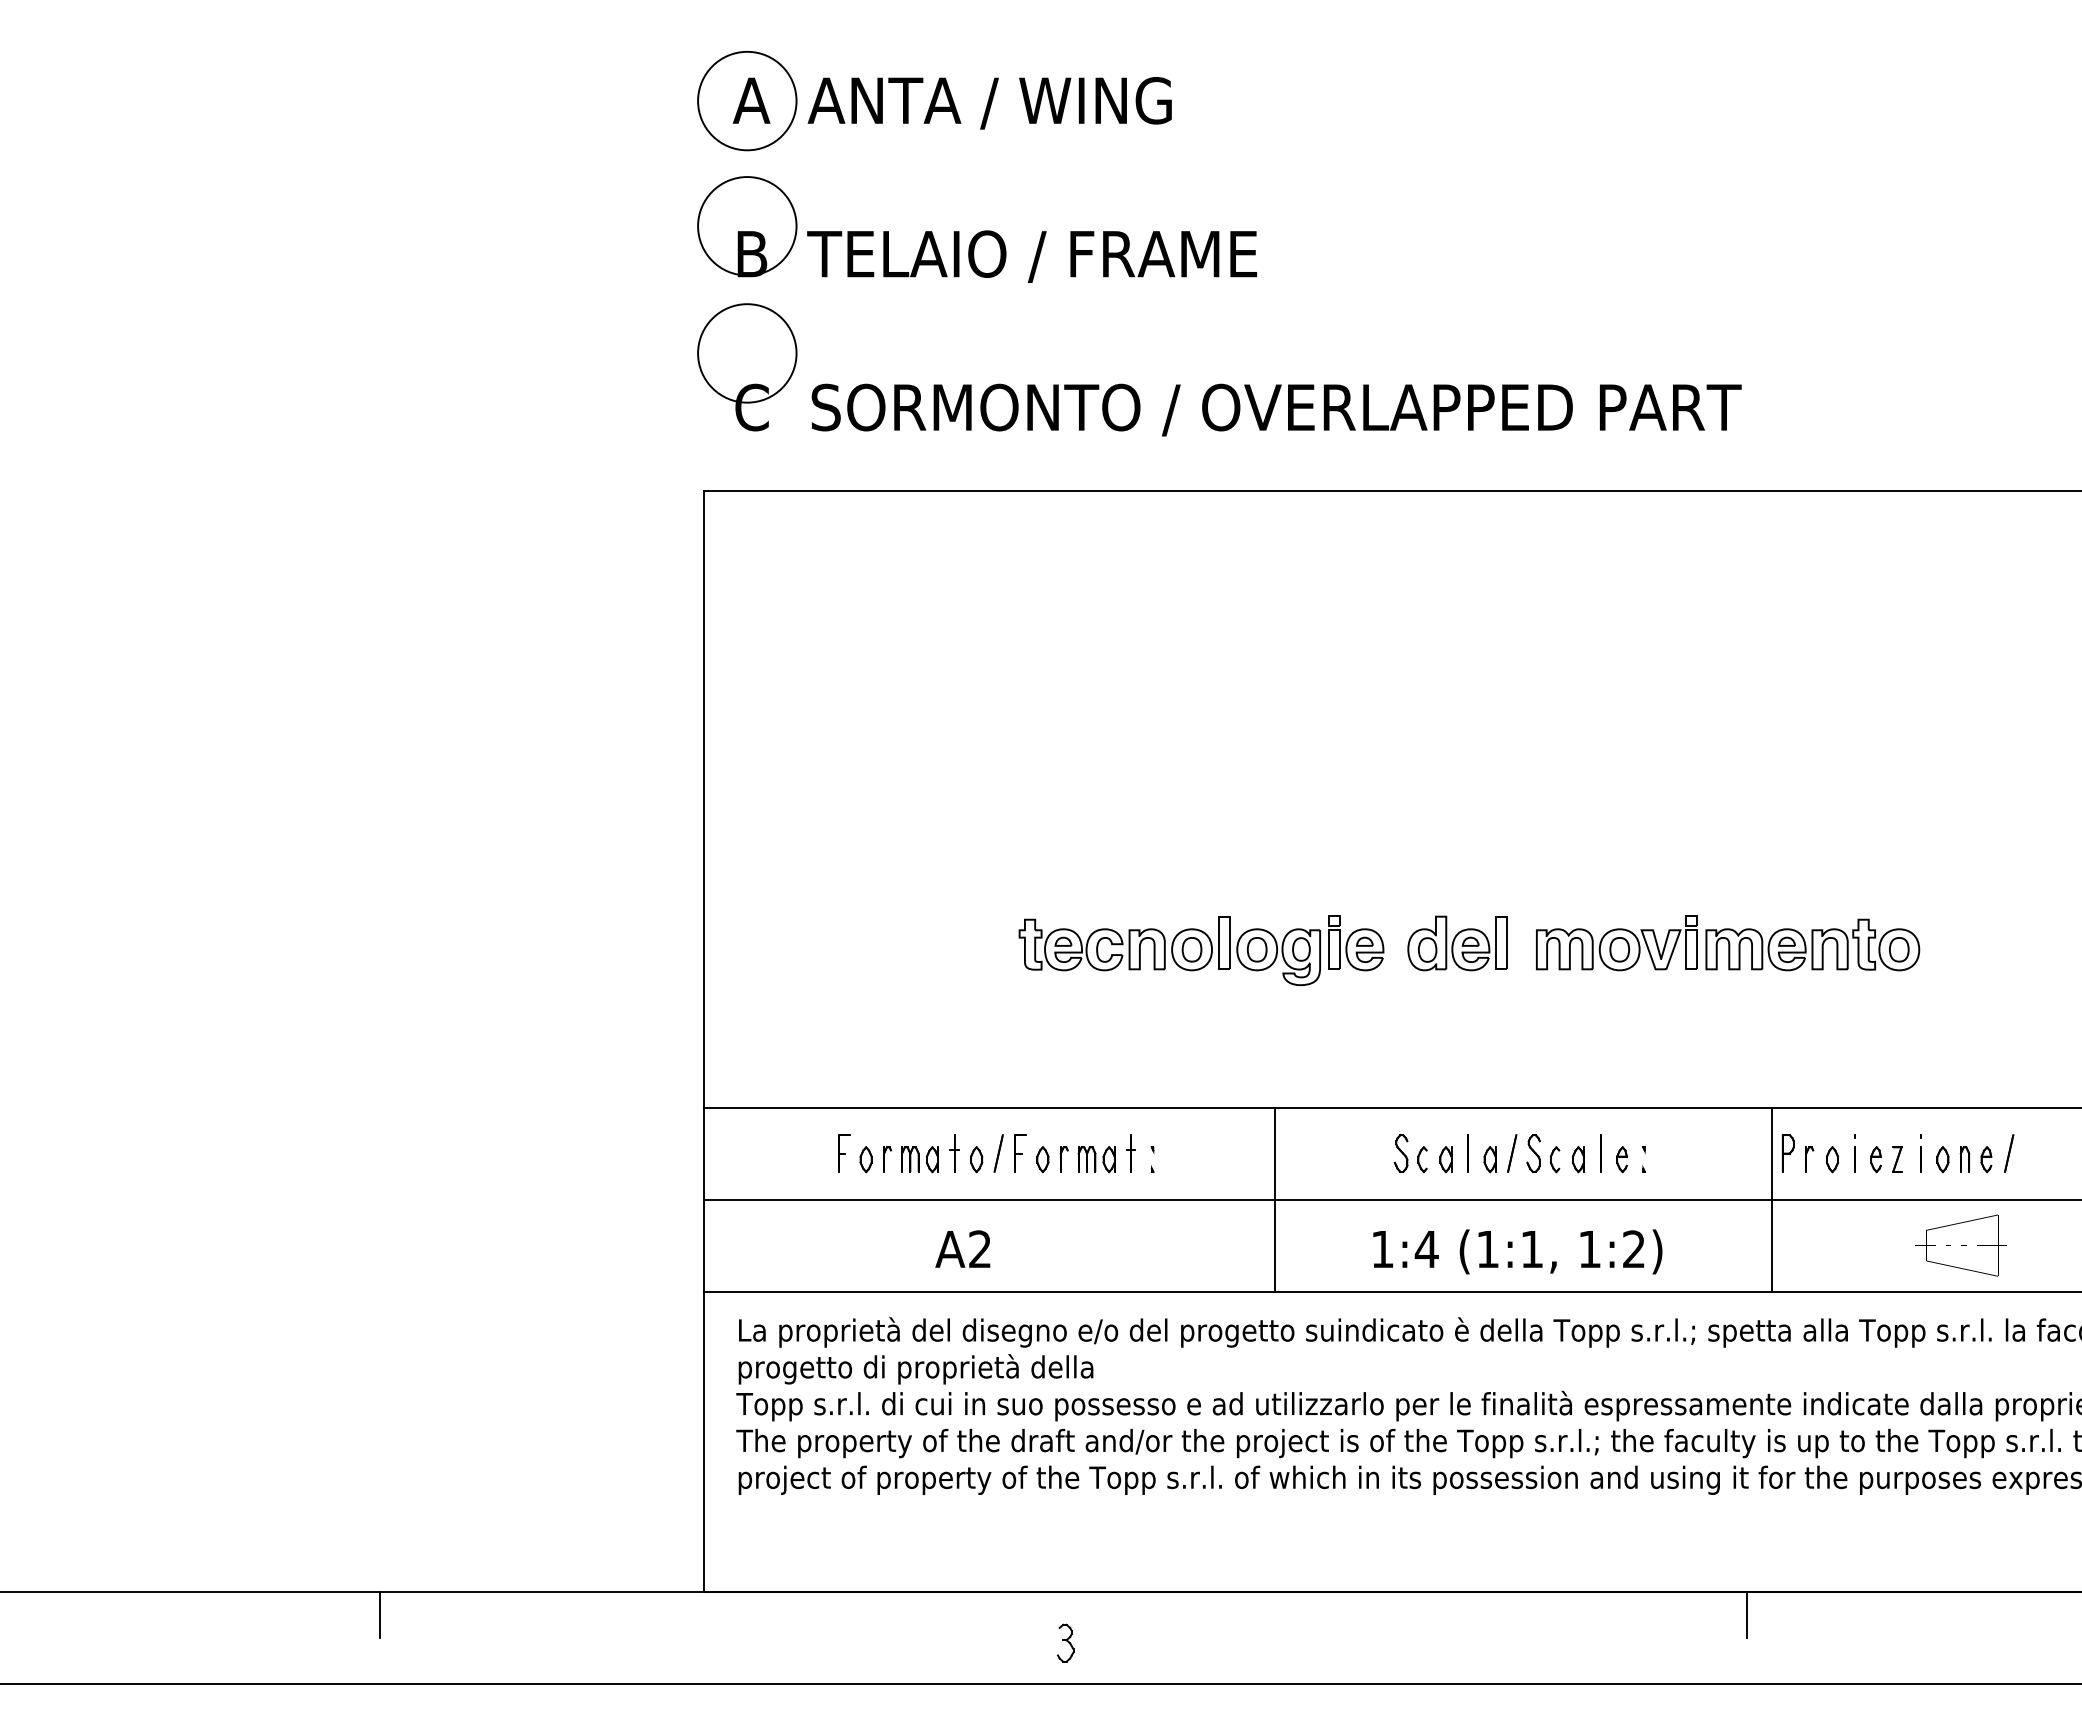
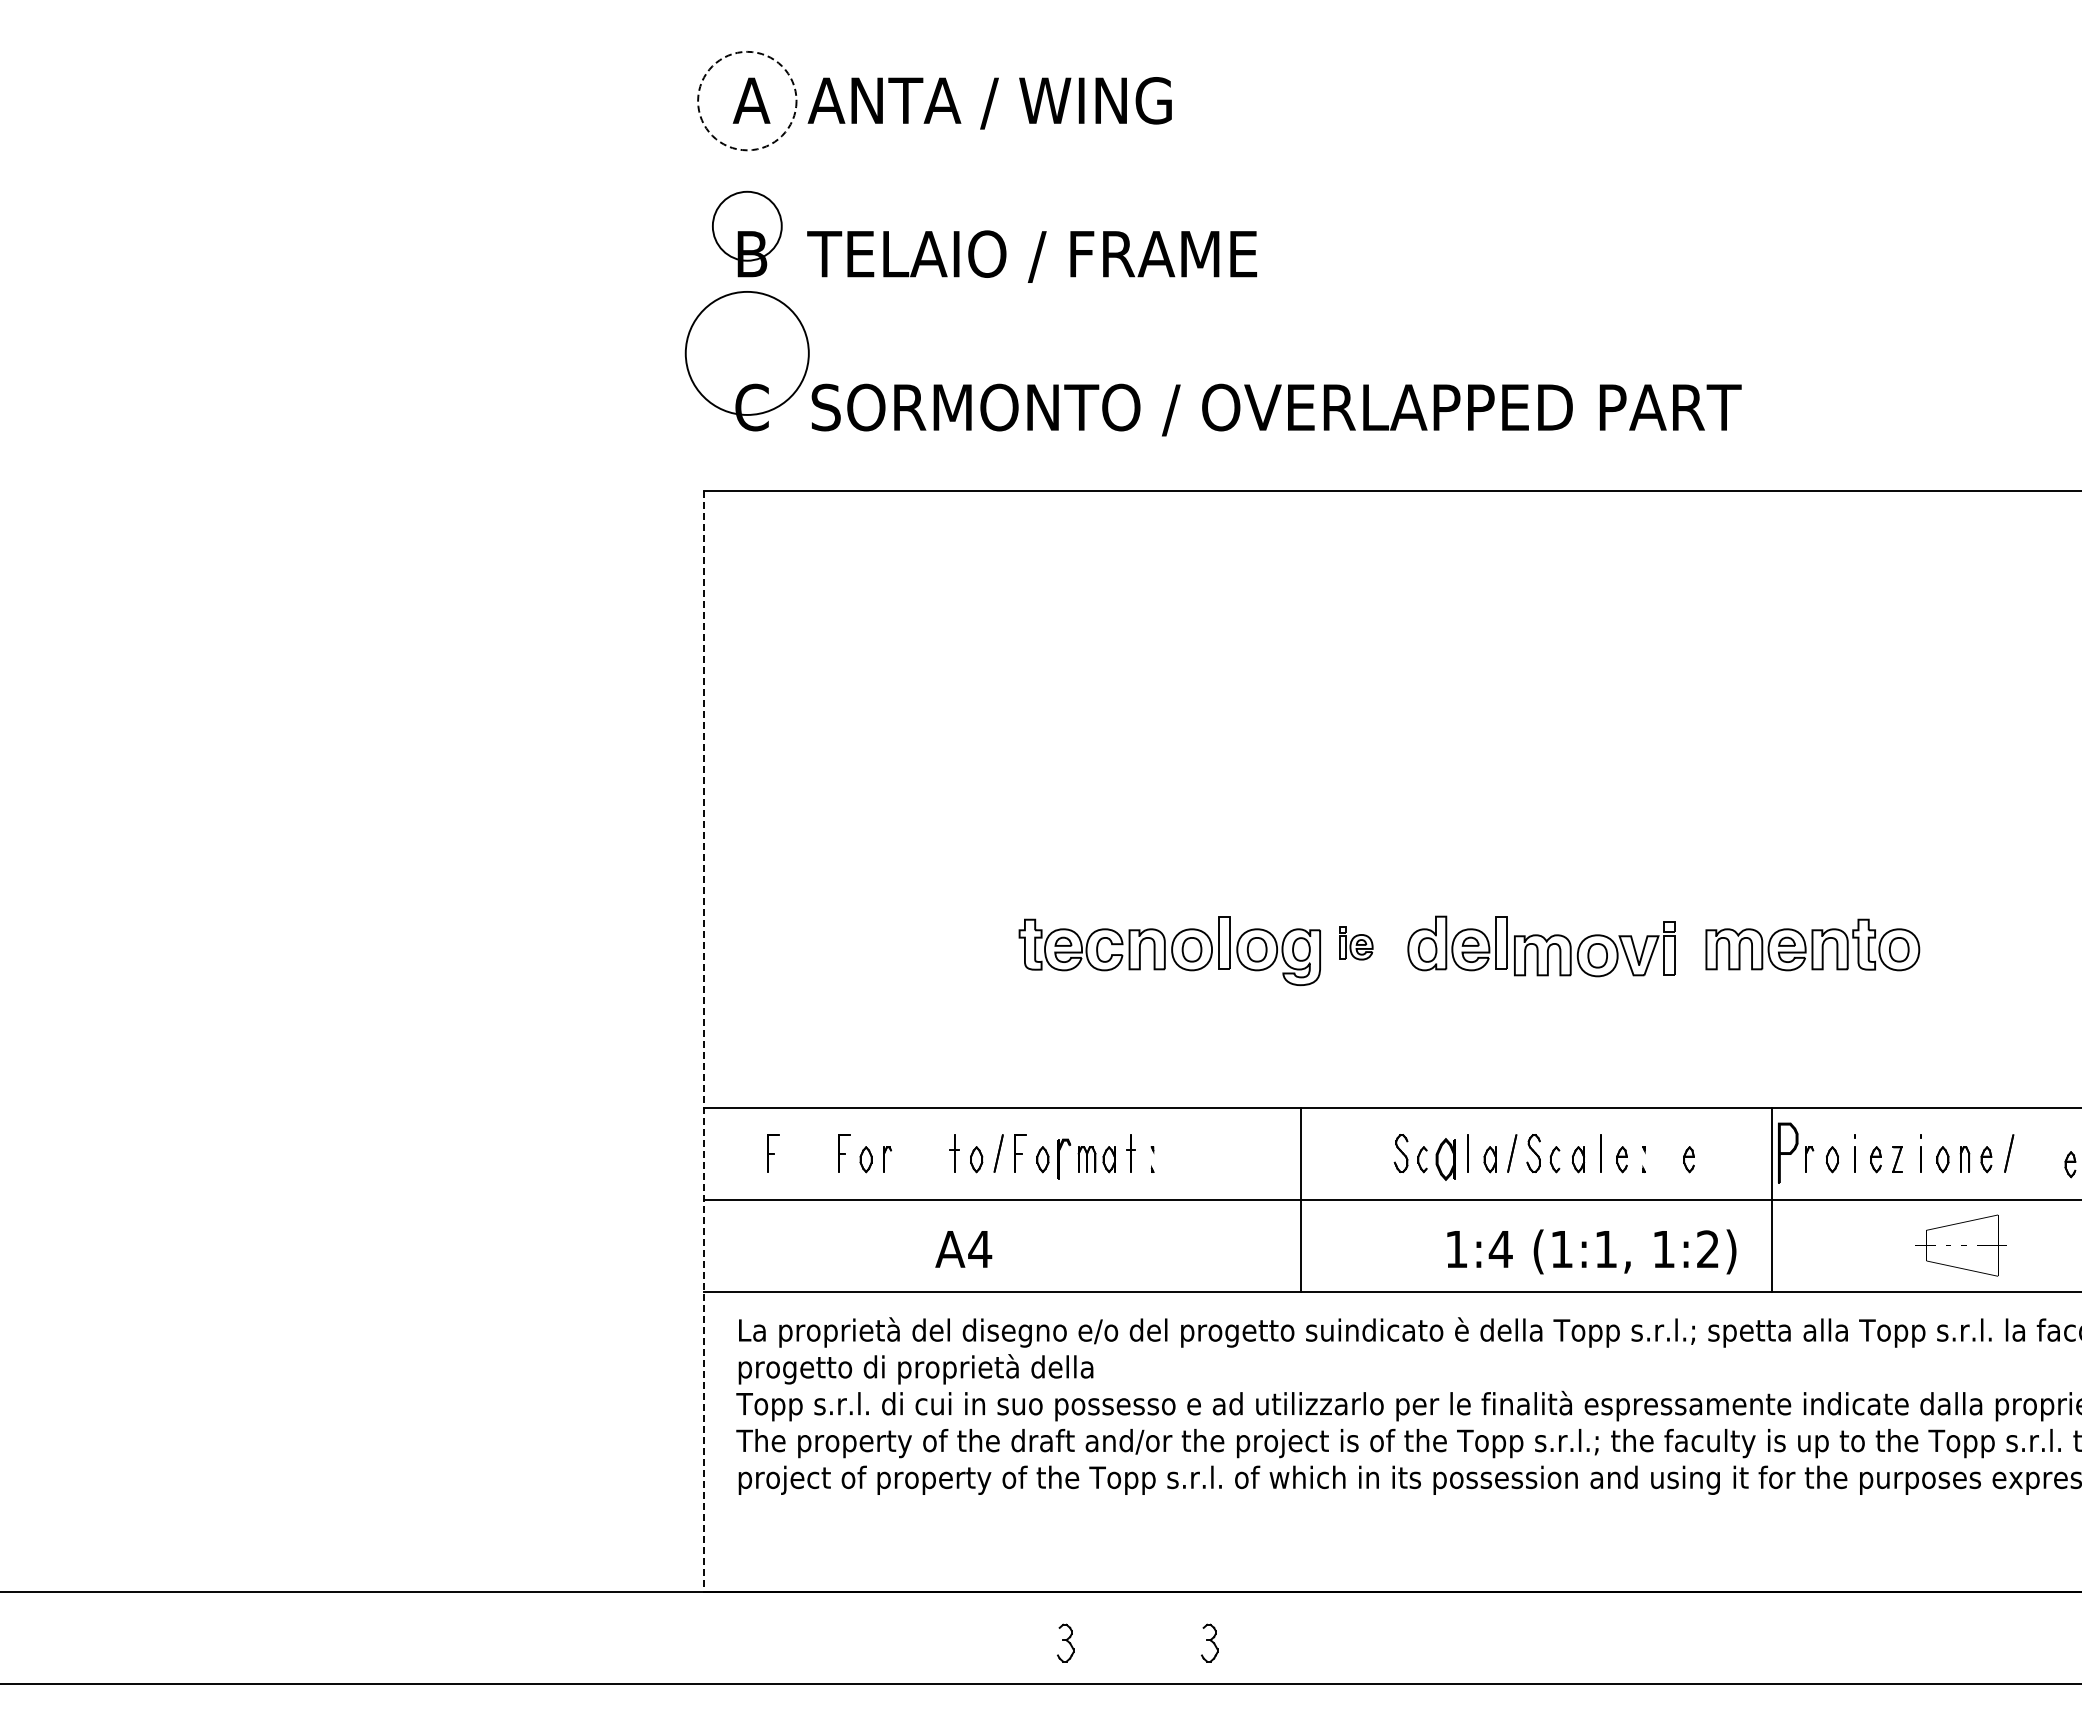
circle at (747, 100): solid -> dashed
circle at (747, 226) diameter: 98 px -> 69 px
circle at (747, 353) diameter: 98 px -> 123 px
part at (1356, 943) size: 57x57 px -> 35x35 px
part at (1616, 943) position: (1616, 943) -> (1594, 949)
line at (704, 1041): solid -> dashed
part at (773, 1153): none -> present
part at (1788, 1153) size: 13x39 px -> 21x62 px
part at (919, 1159): present -> none
part at (1063, 1159) size: 10x27 px -> 15x42 px
part at (1445, 1159) size: 14x28 px -> 21x43 px
part at (1688, 1159): none -> present
part at (2070, 1164): none -> present
line at (1274, 1199) position: (1274, 1199) -> (1300, 1199)
text at (980, 1248): A2 -> A4
text at (1517, 1251) position: (1517, 1251) -> (1591, 1251)
line at (379, 1614): present -> none
line at (1746, 1614): present -> none
part at (1209, 1642): none -> present
